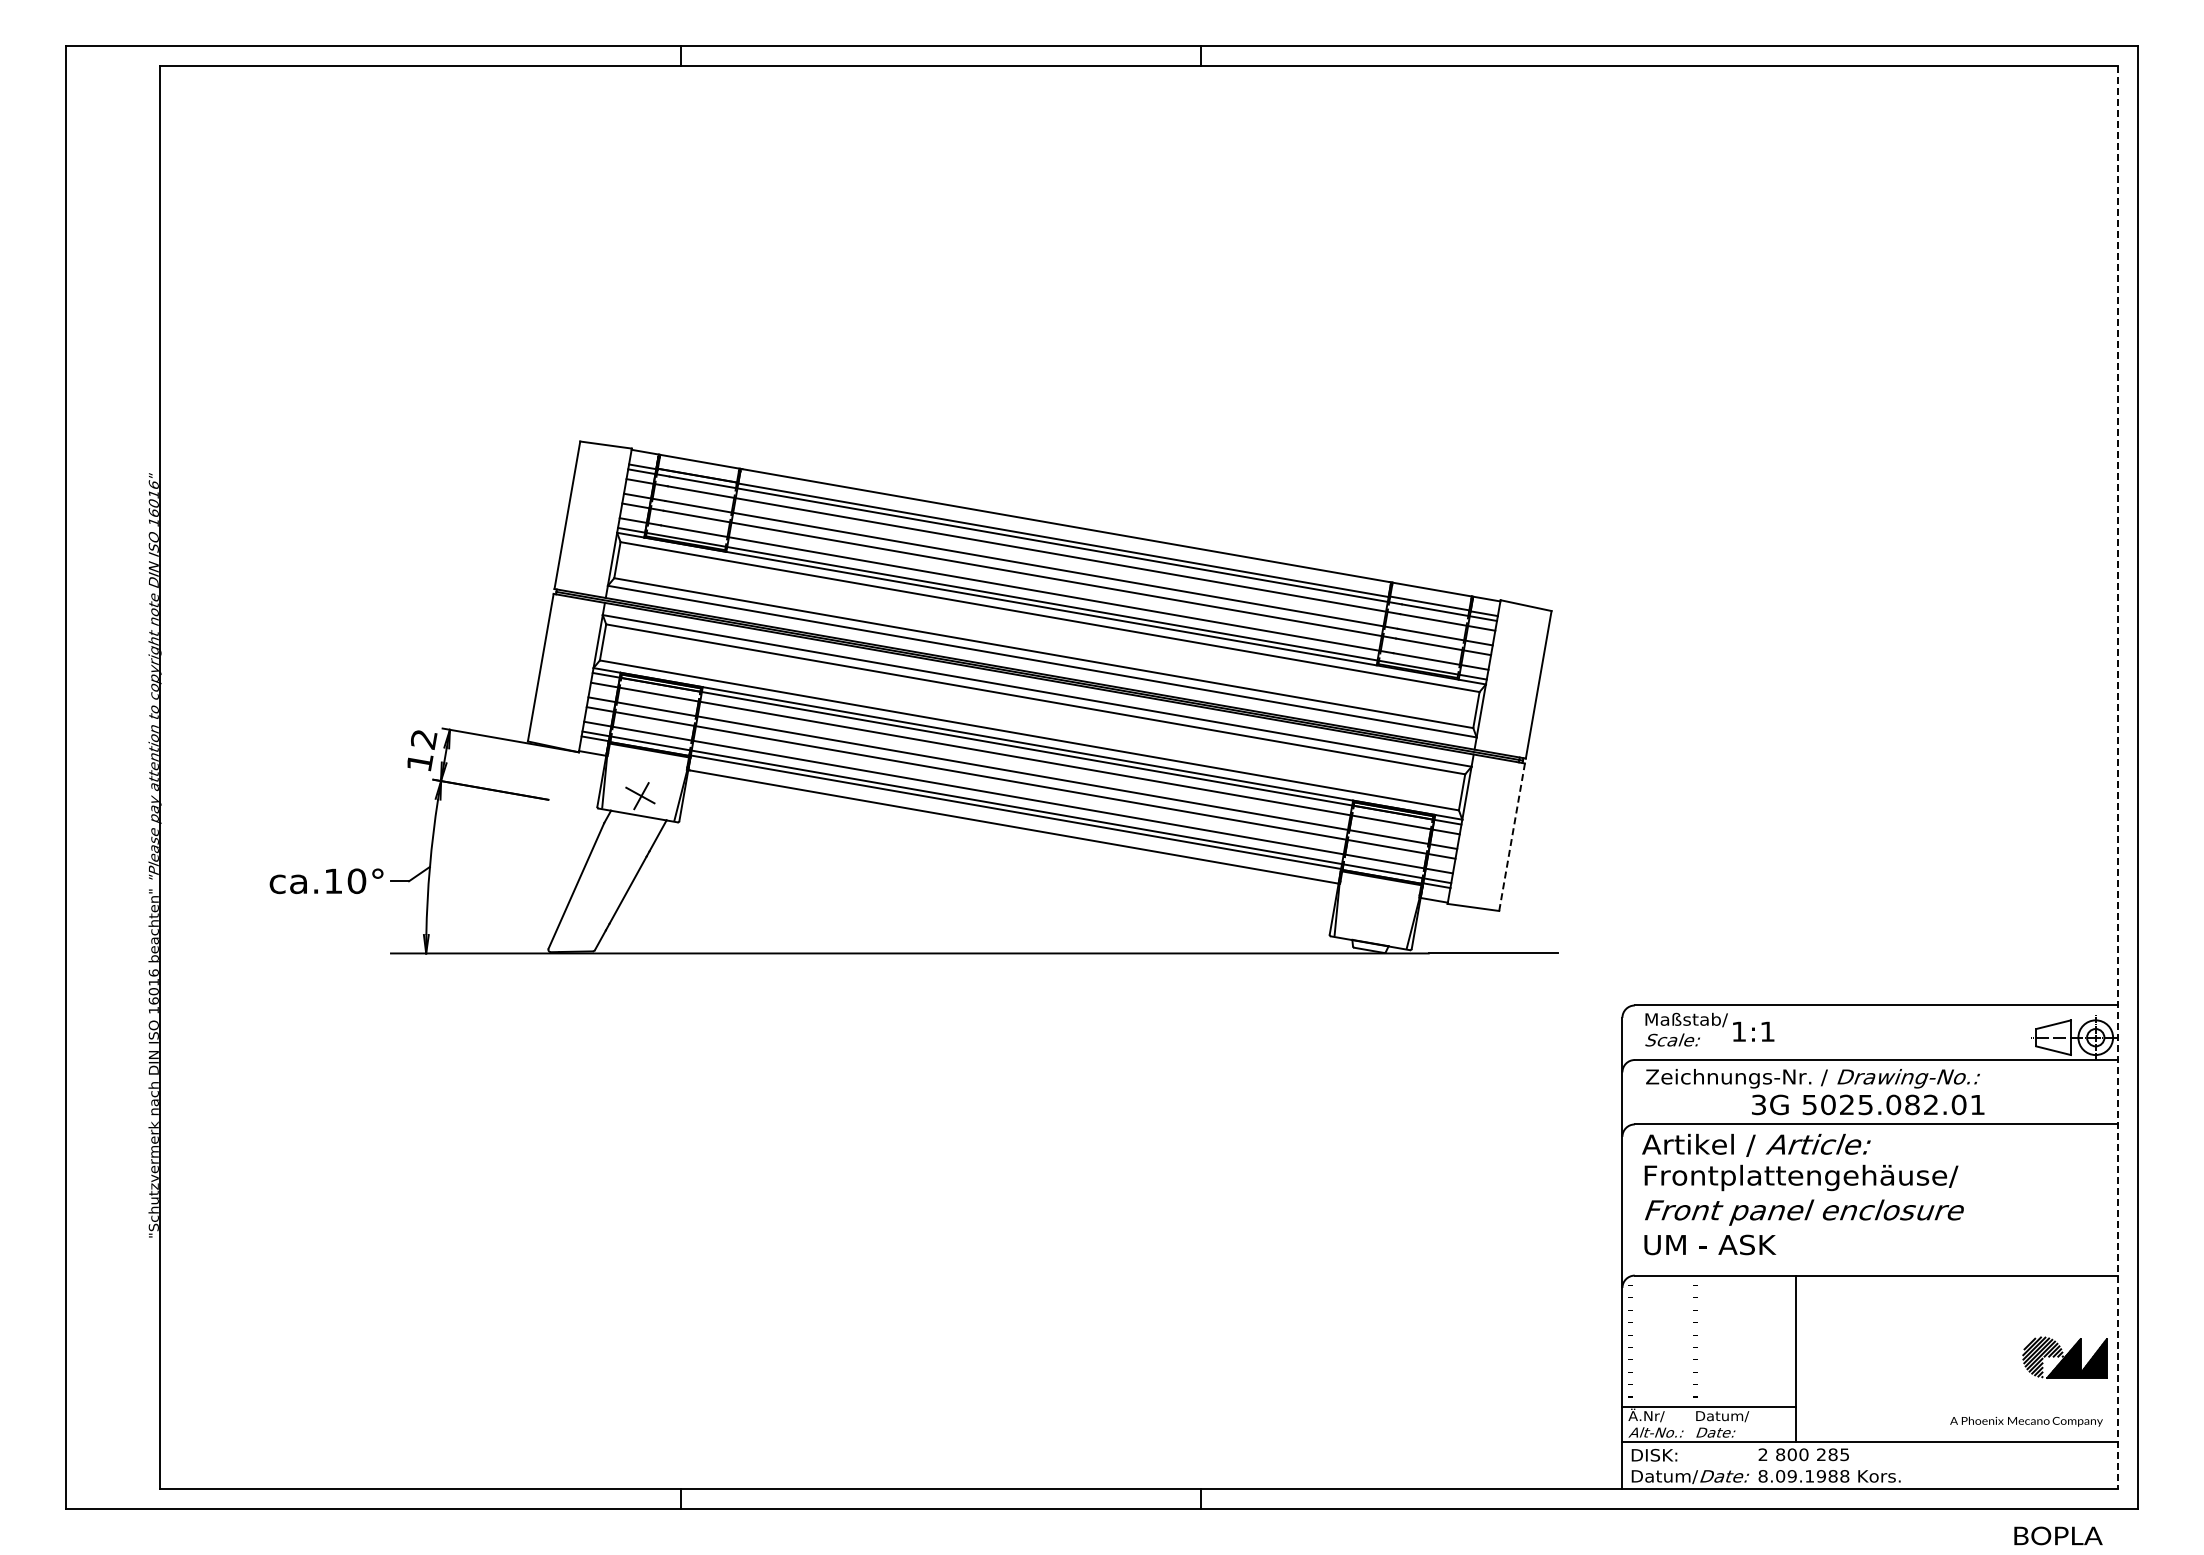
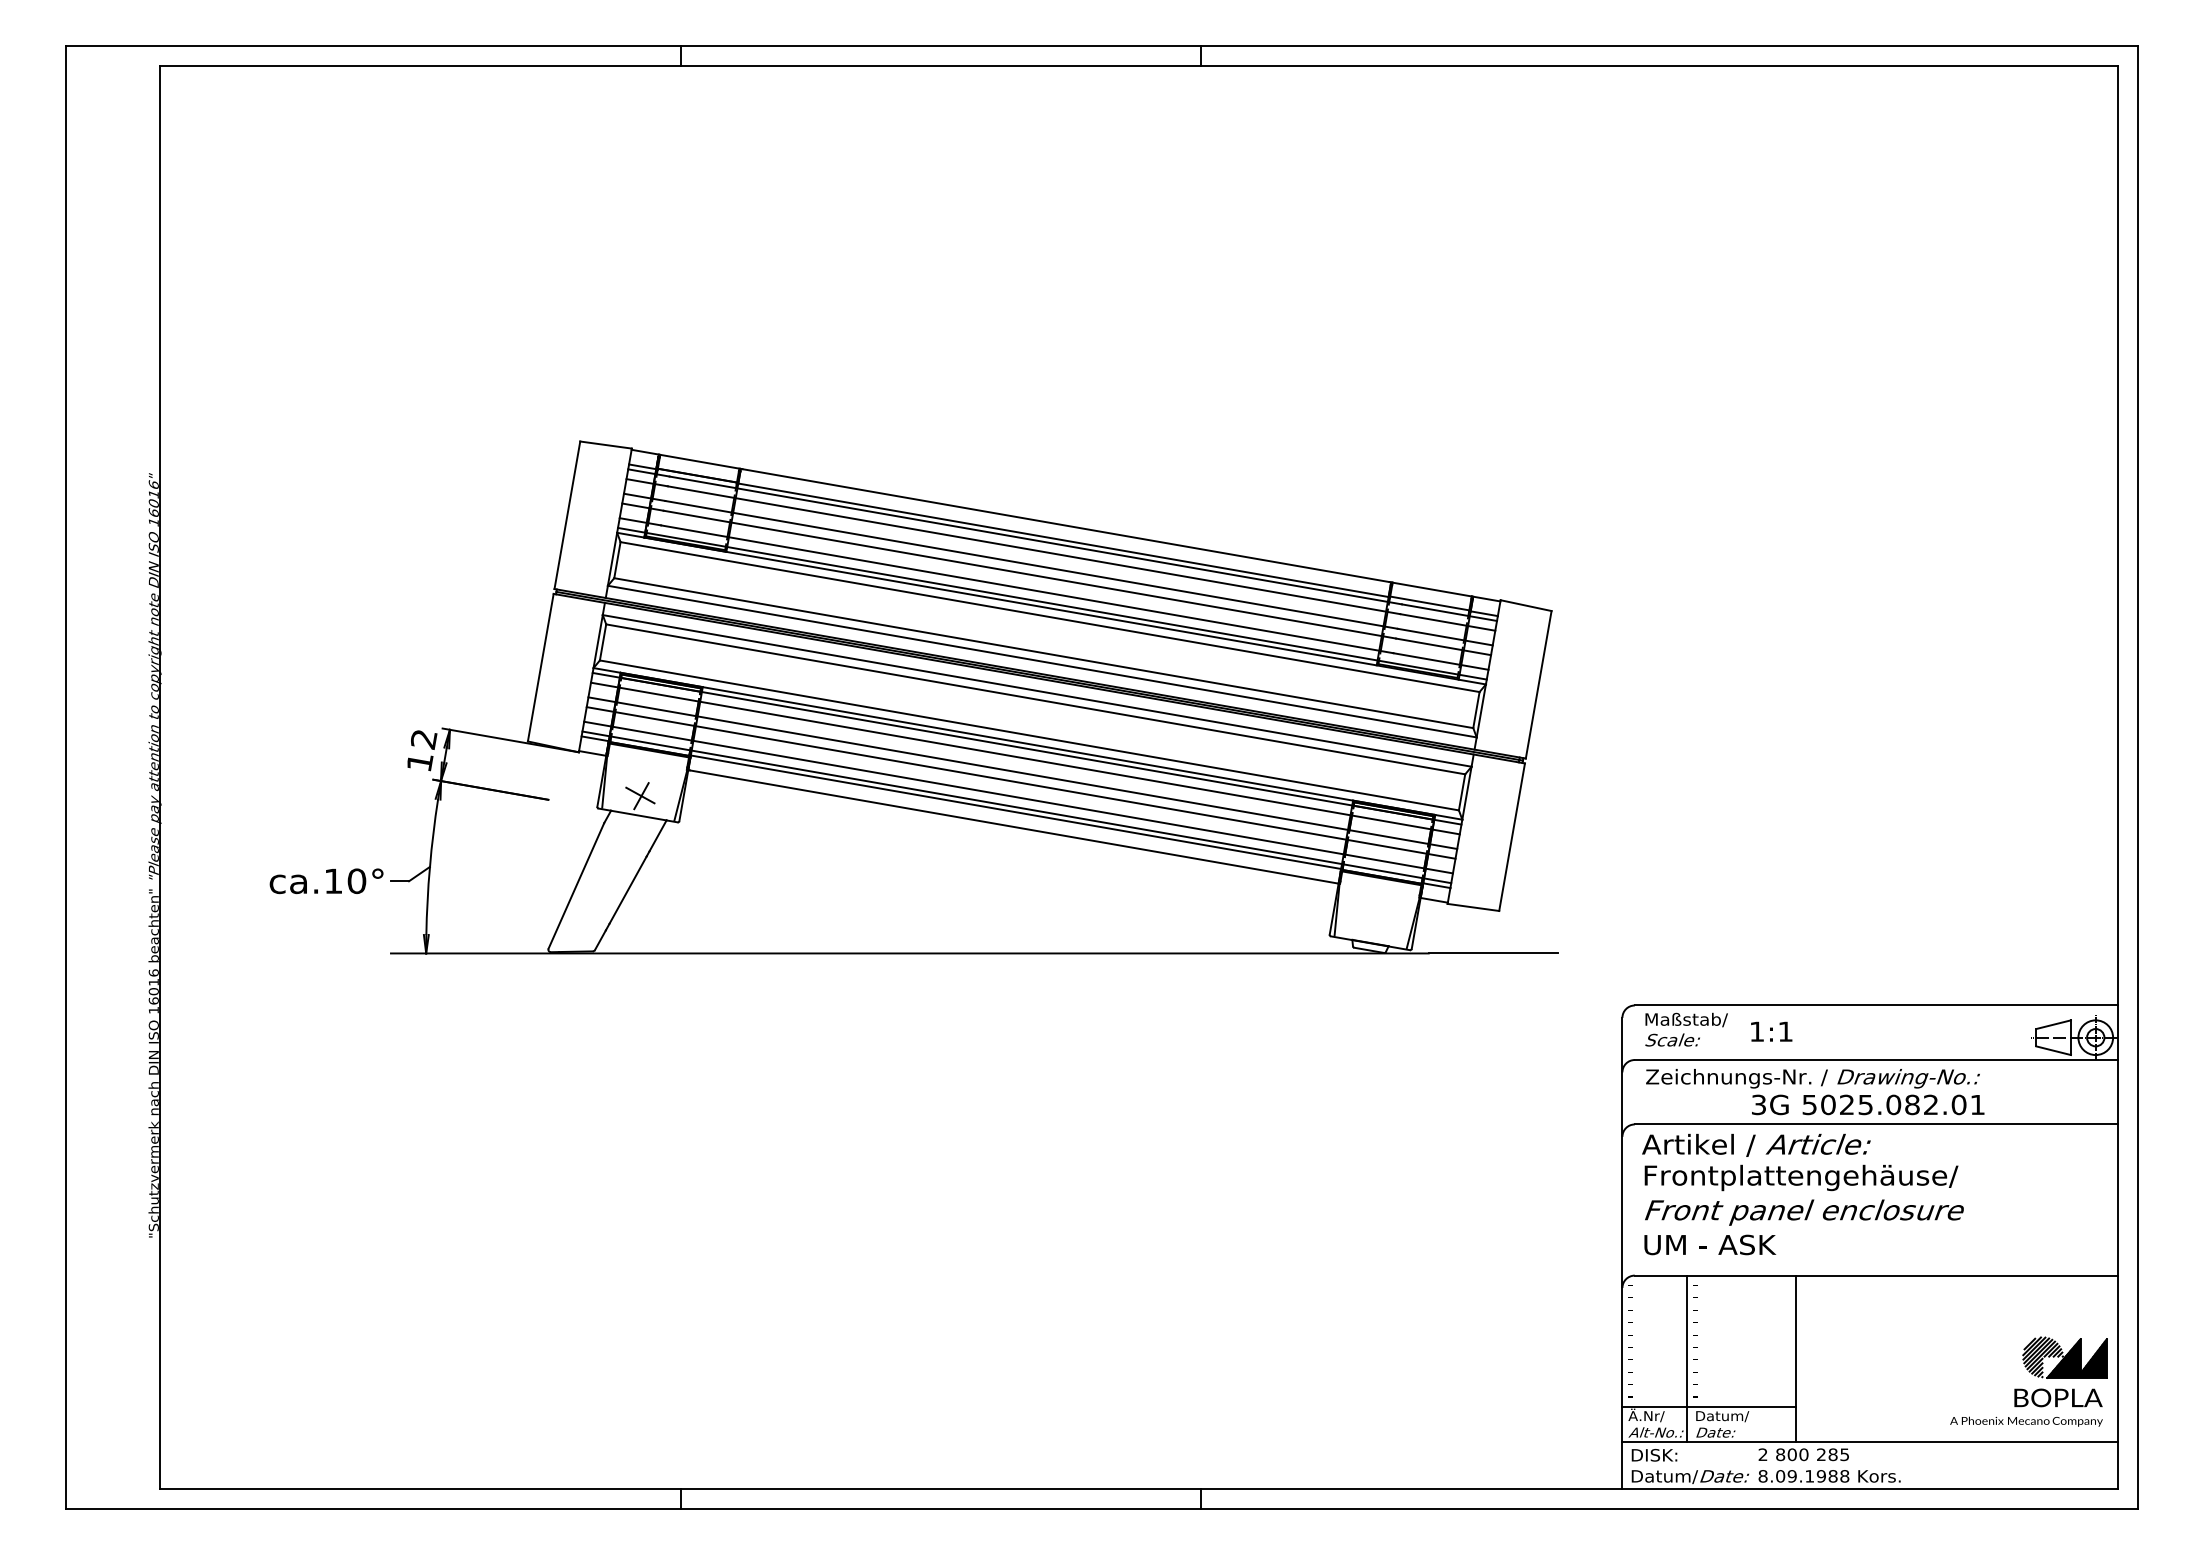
line at (2118, 777): dashed -> solid
line at (1512, 837): dashed -> solid
text at (1753, 1031) position: (1753, 1031) -> (1771, 1031)
line at (1686, 1358): none -> present
text at (2058, 1535) position: (2058, 1535) -> (2058, 1397)
